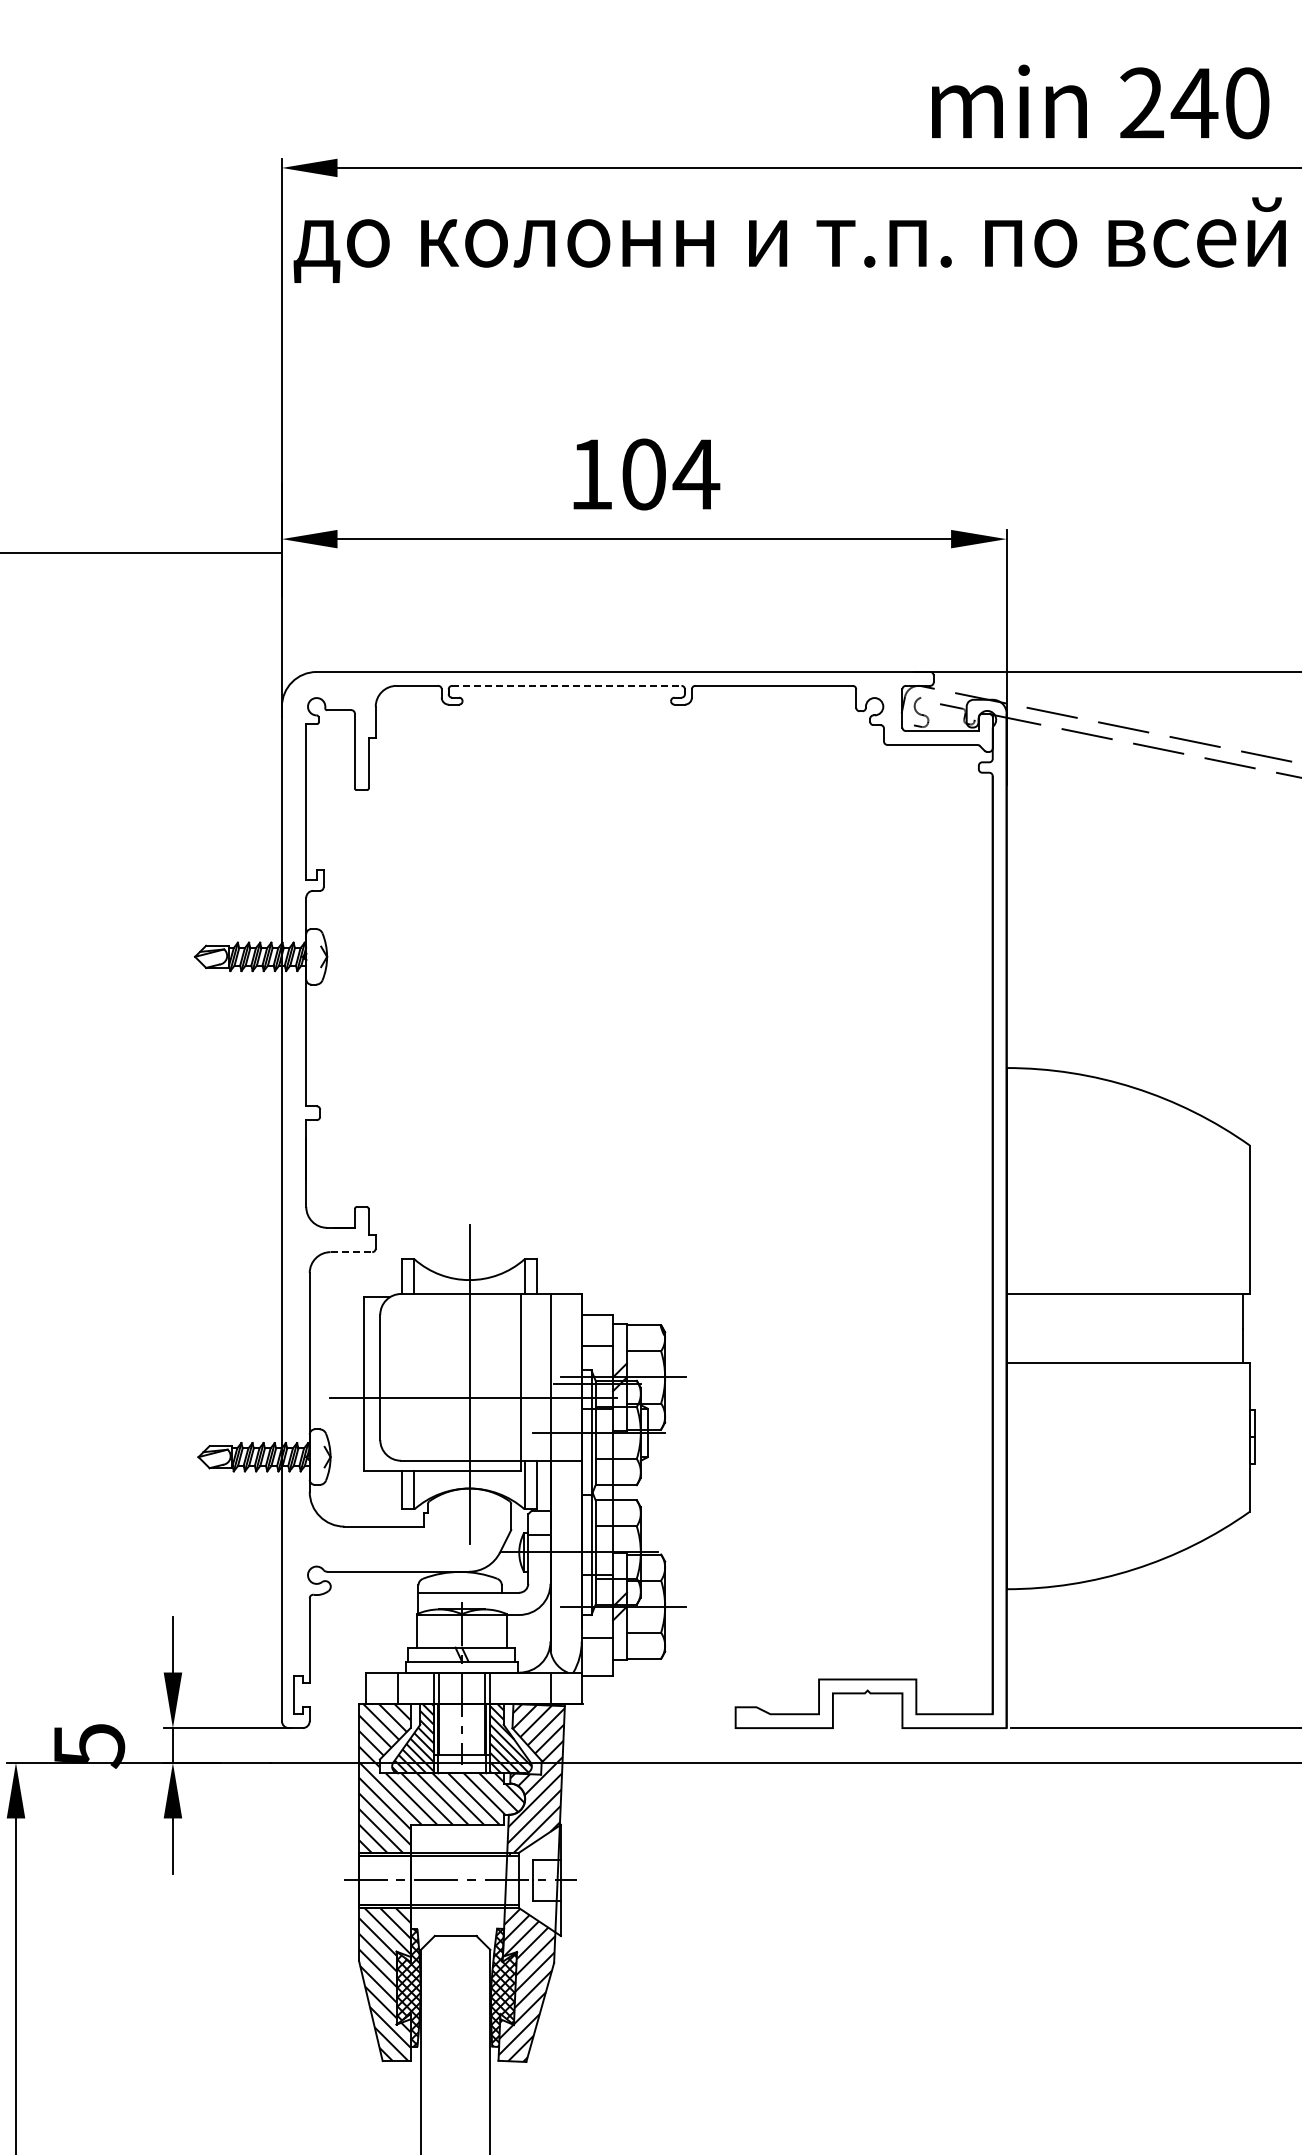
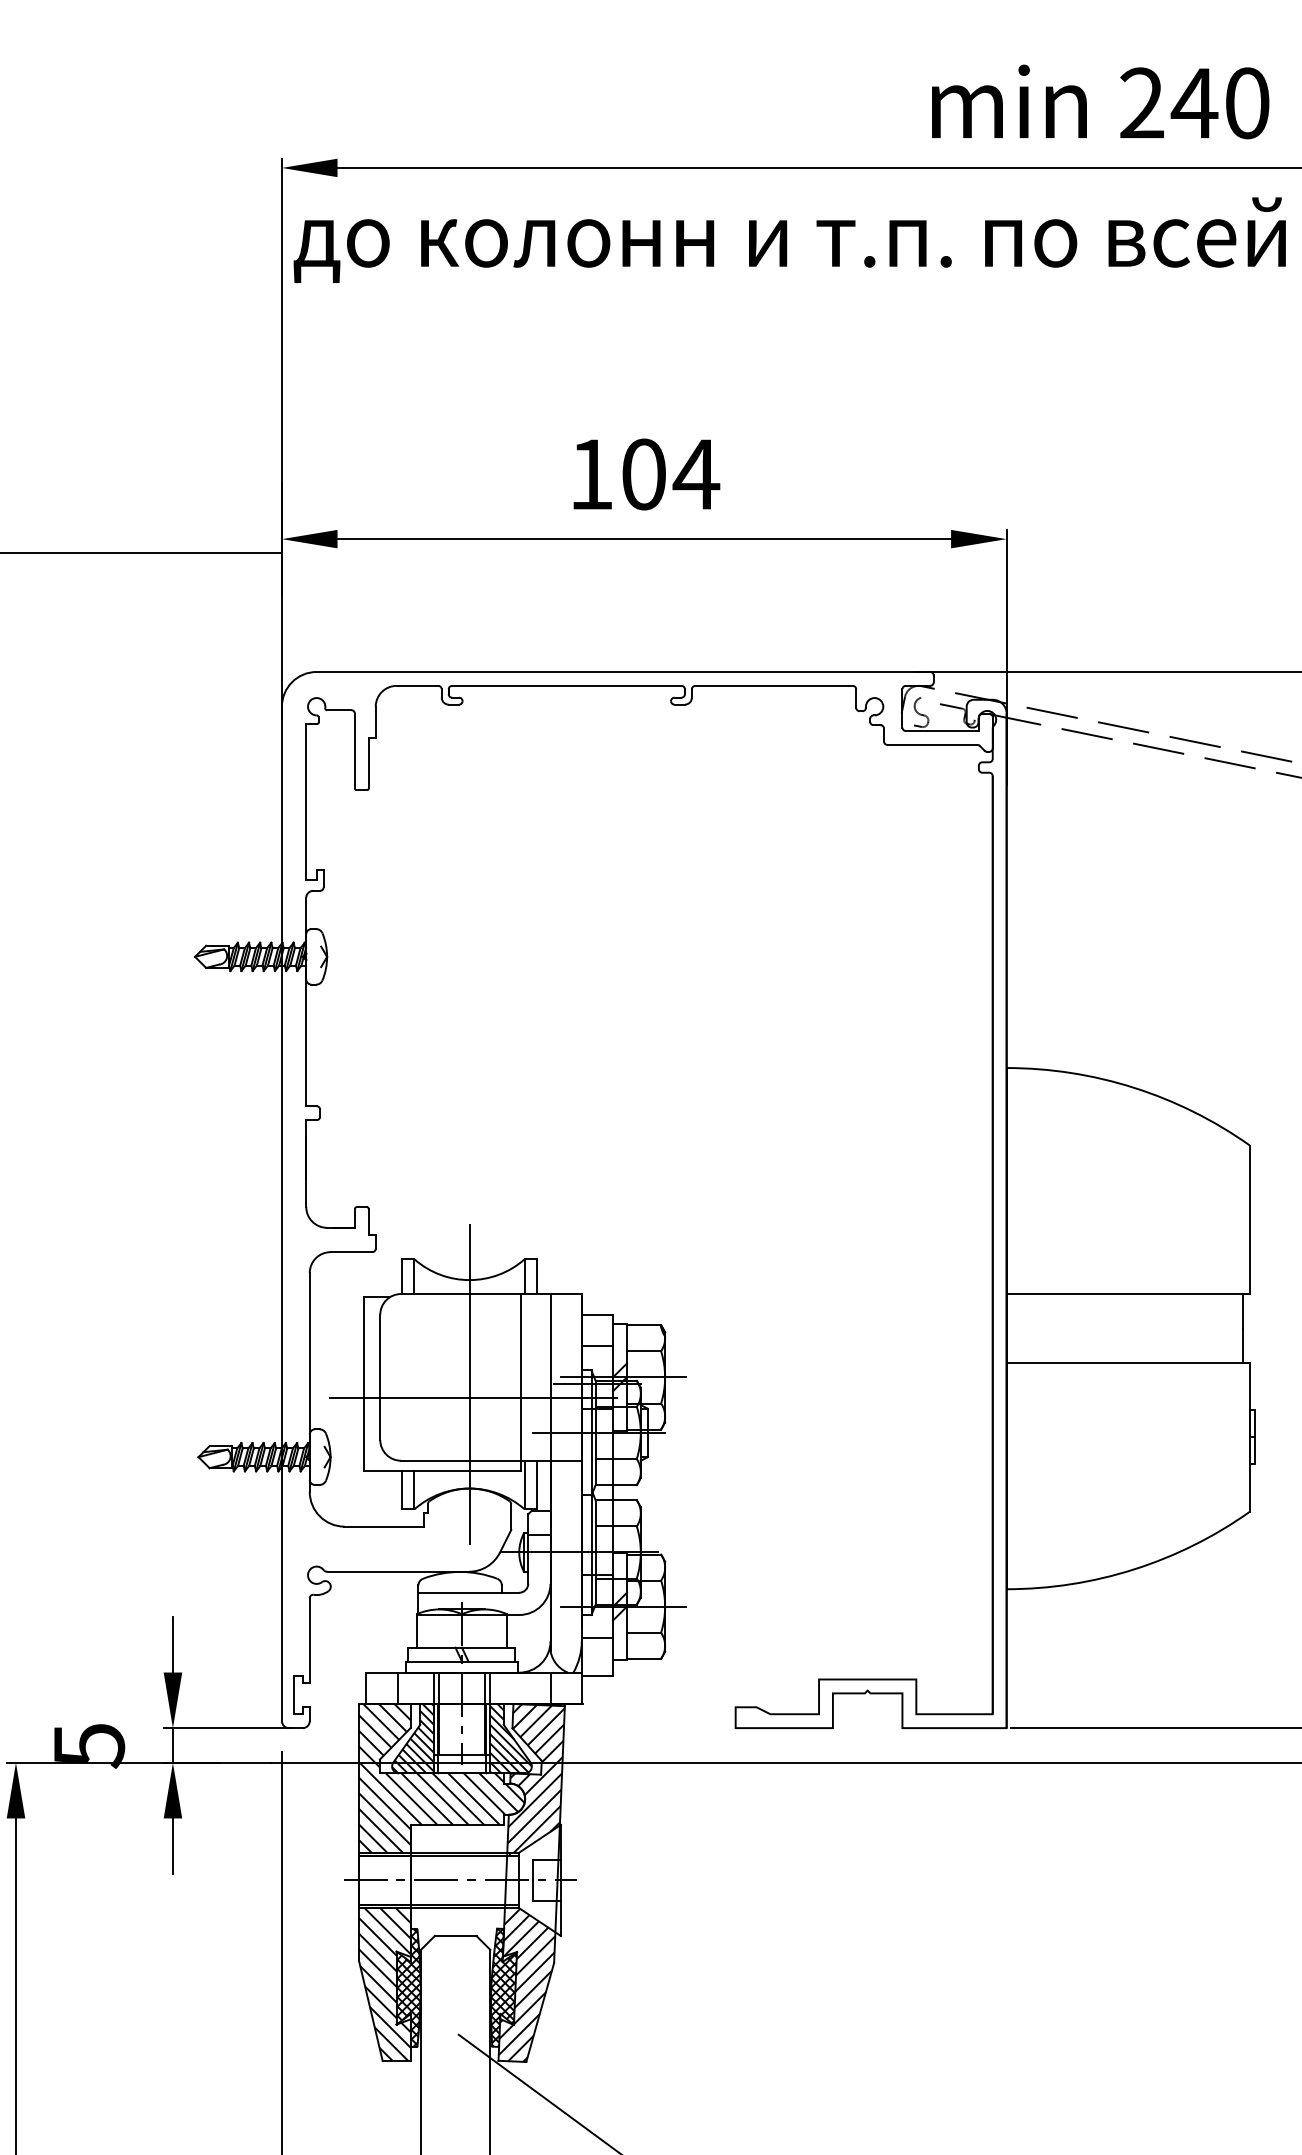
line at (566, 685): dashed -> solid
line at (351, 1252): dashed -> solid
line at (281, 1951): none -> present
line at (537, 2092): none -> present
